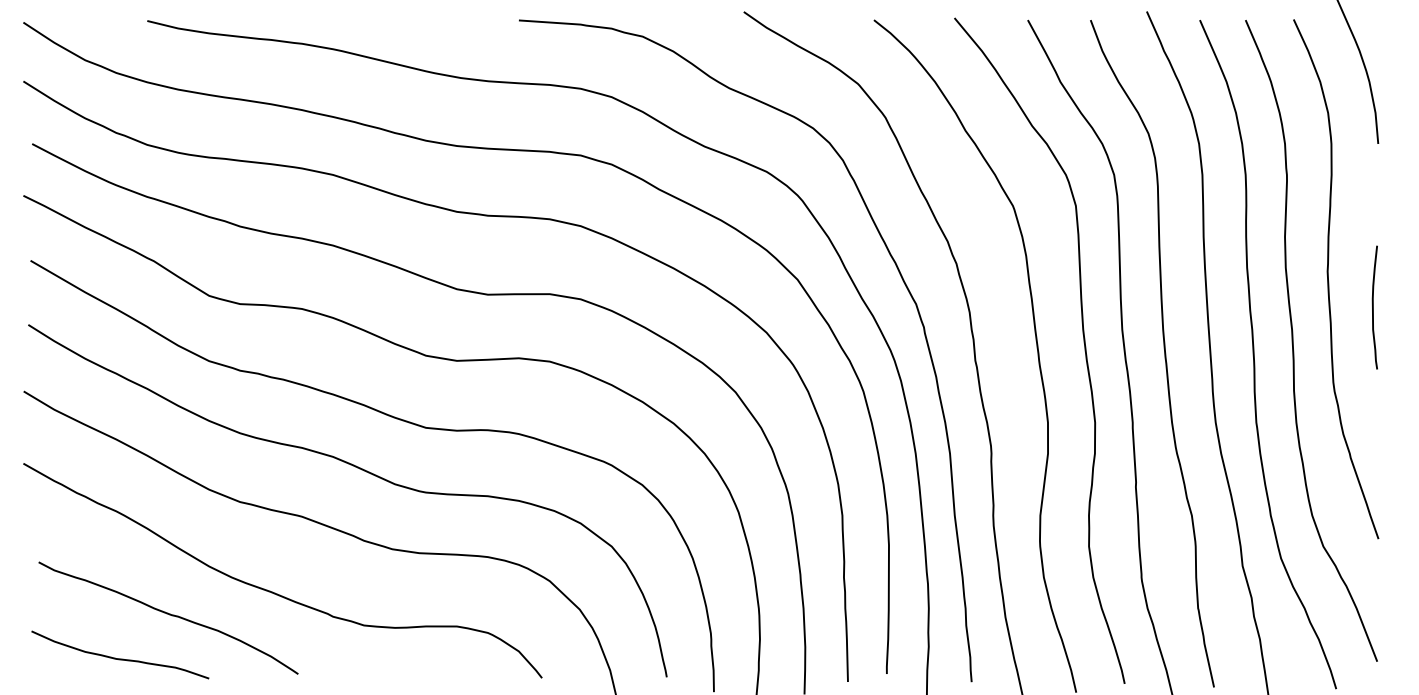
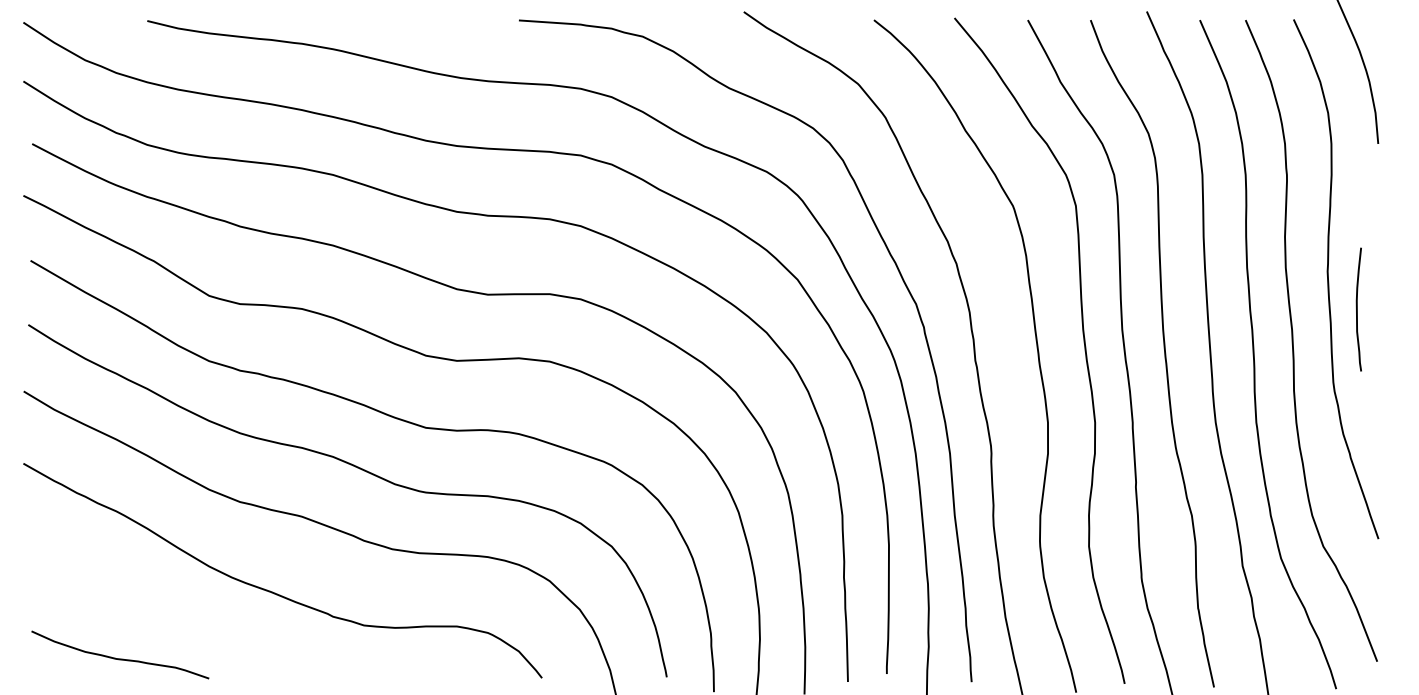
curve at (1373, 307) position: (1373, 307) -> (1357, 309)
curve at (169, 615): present -> none
